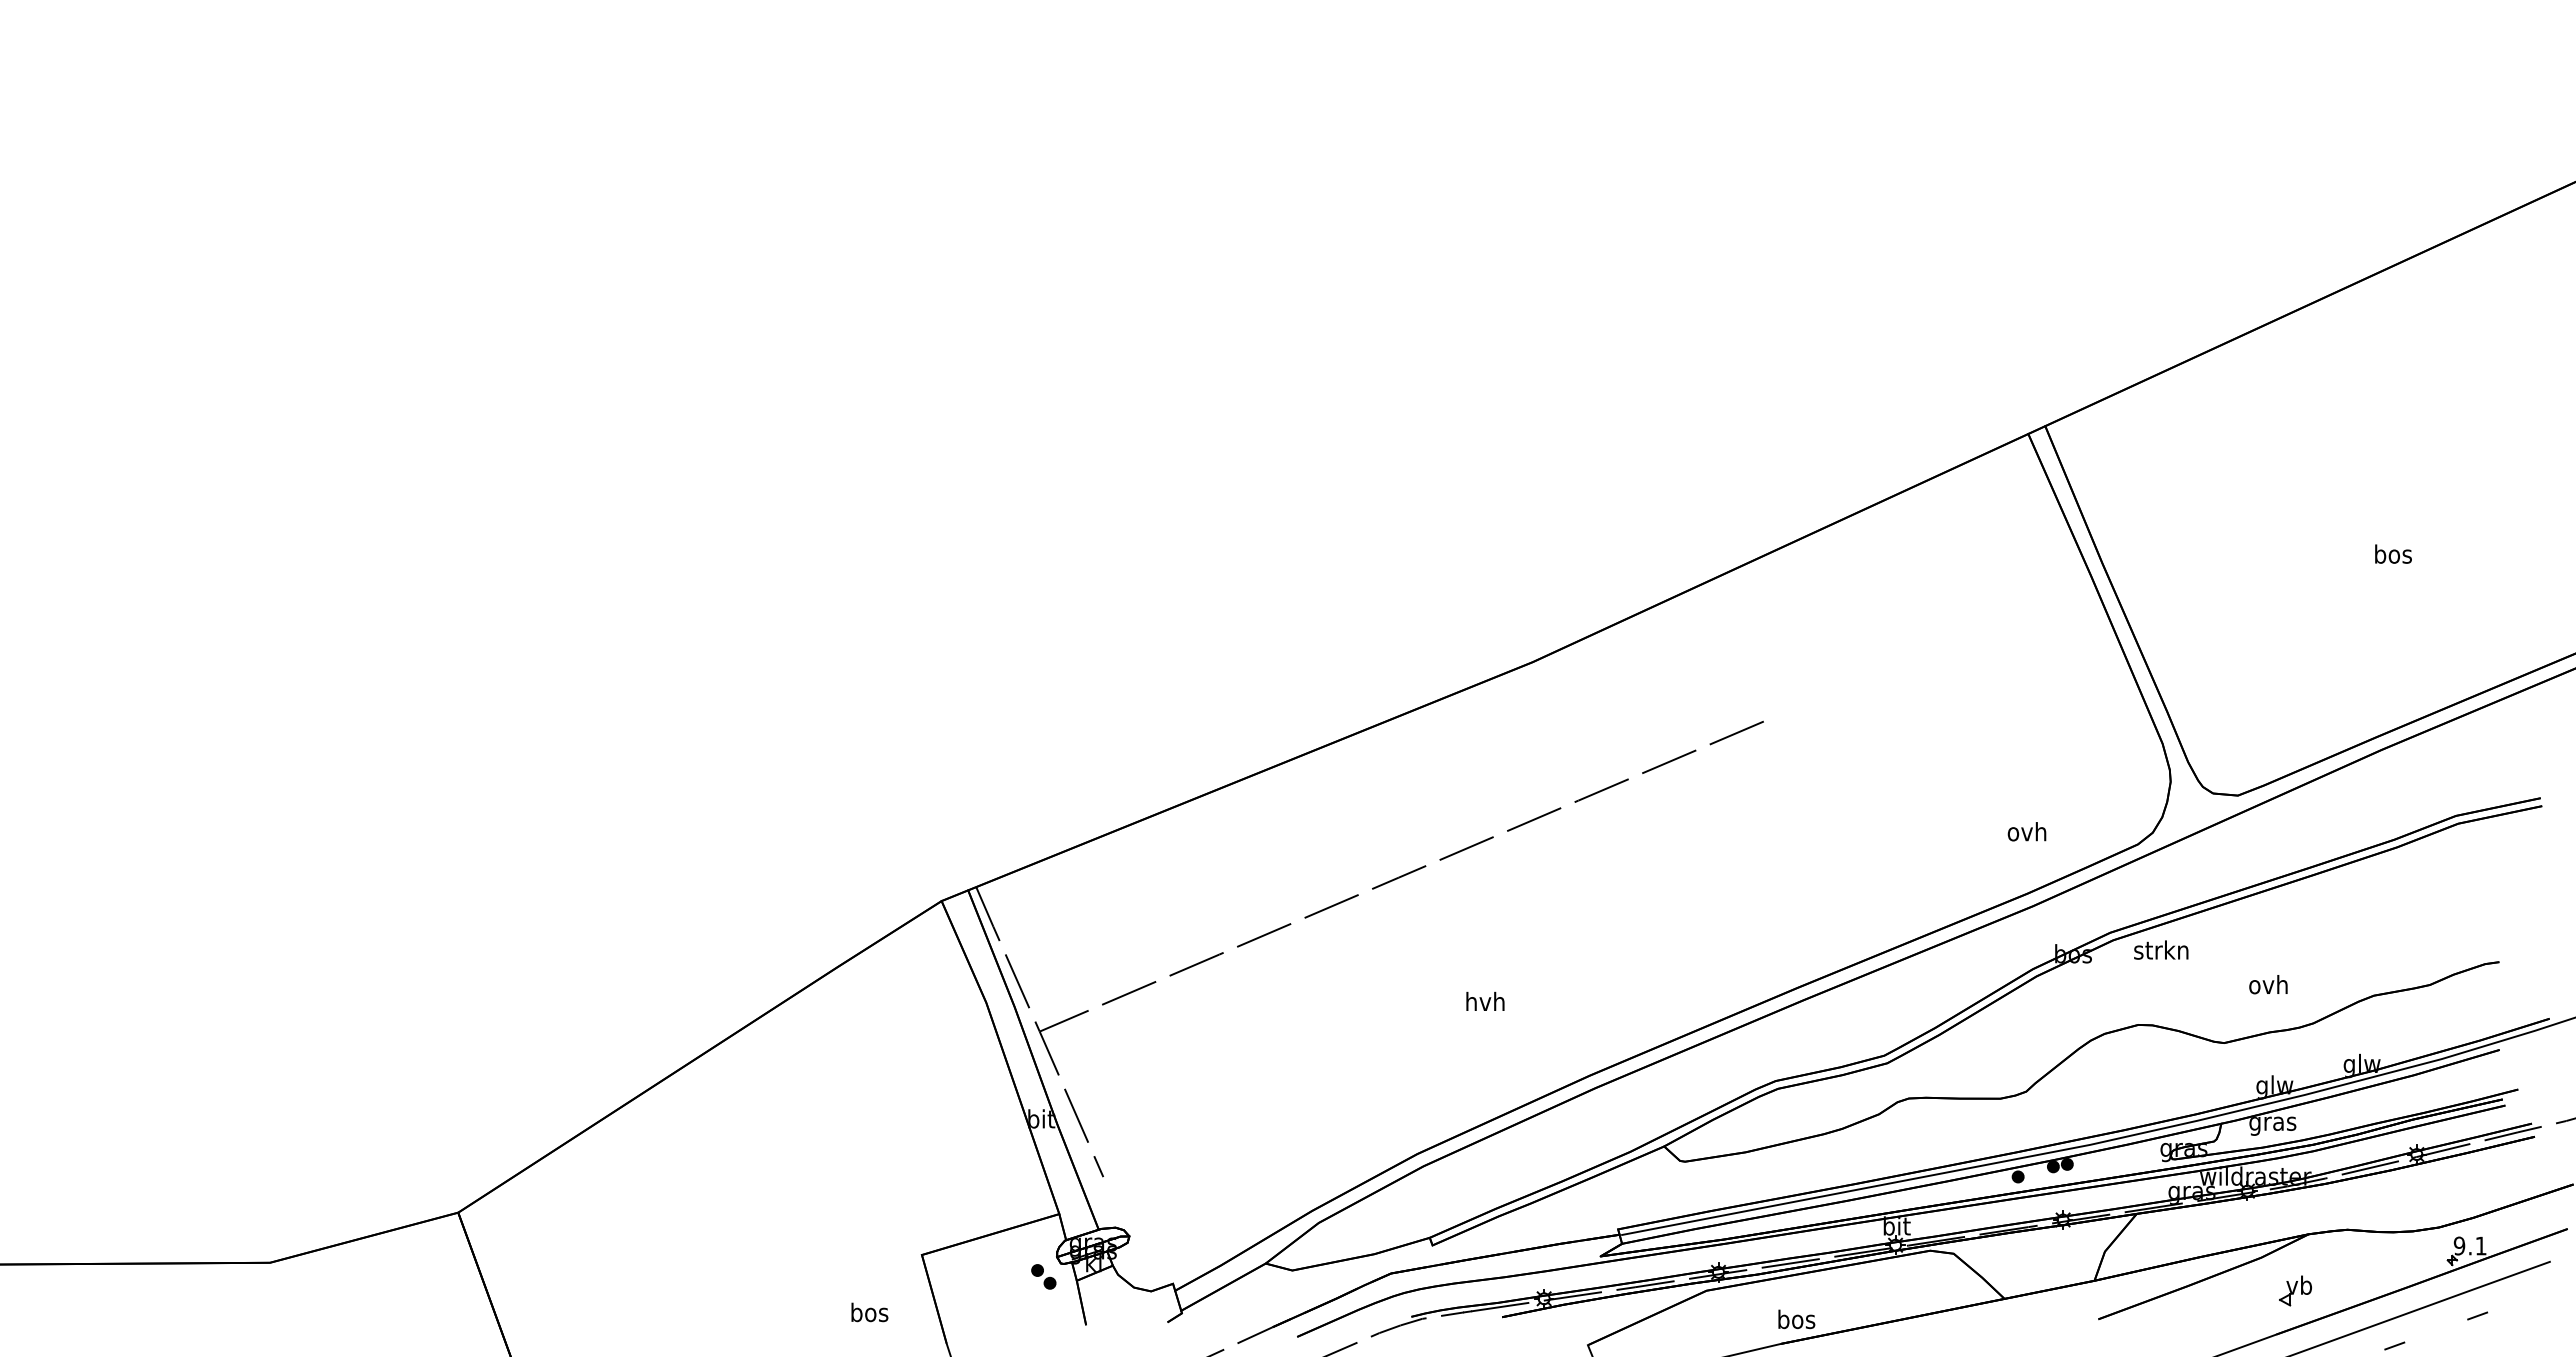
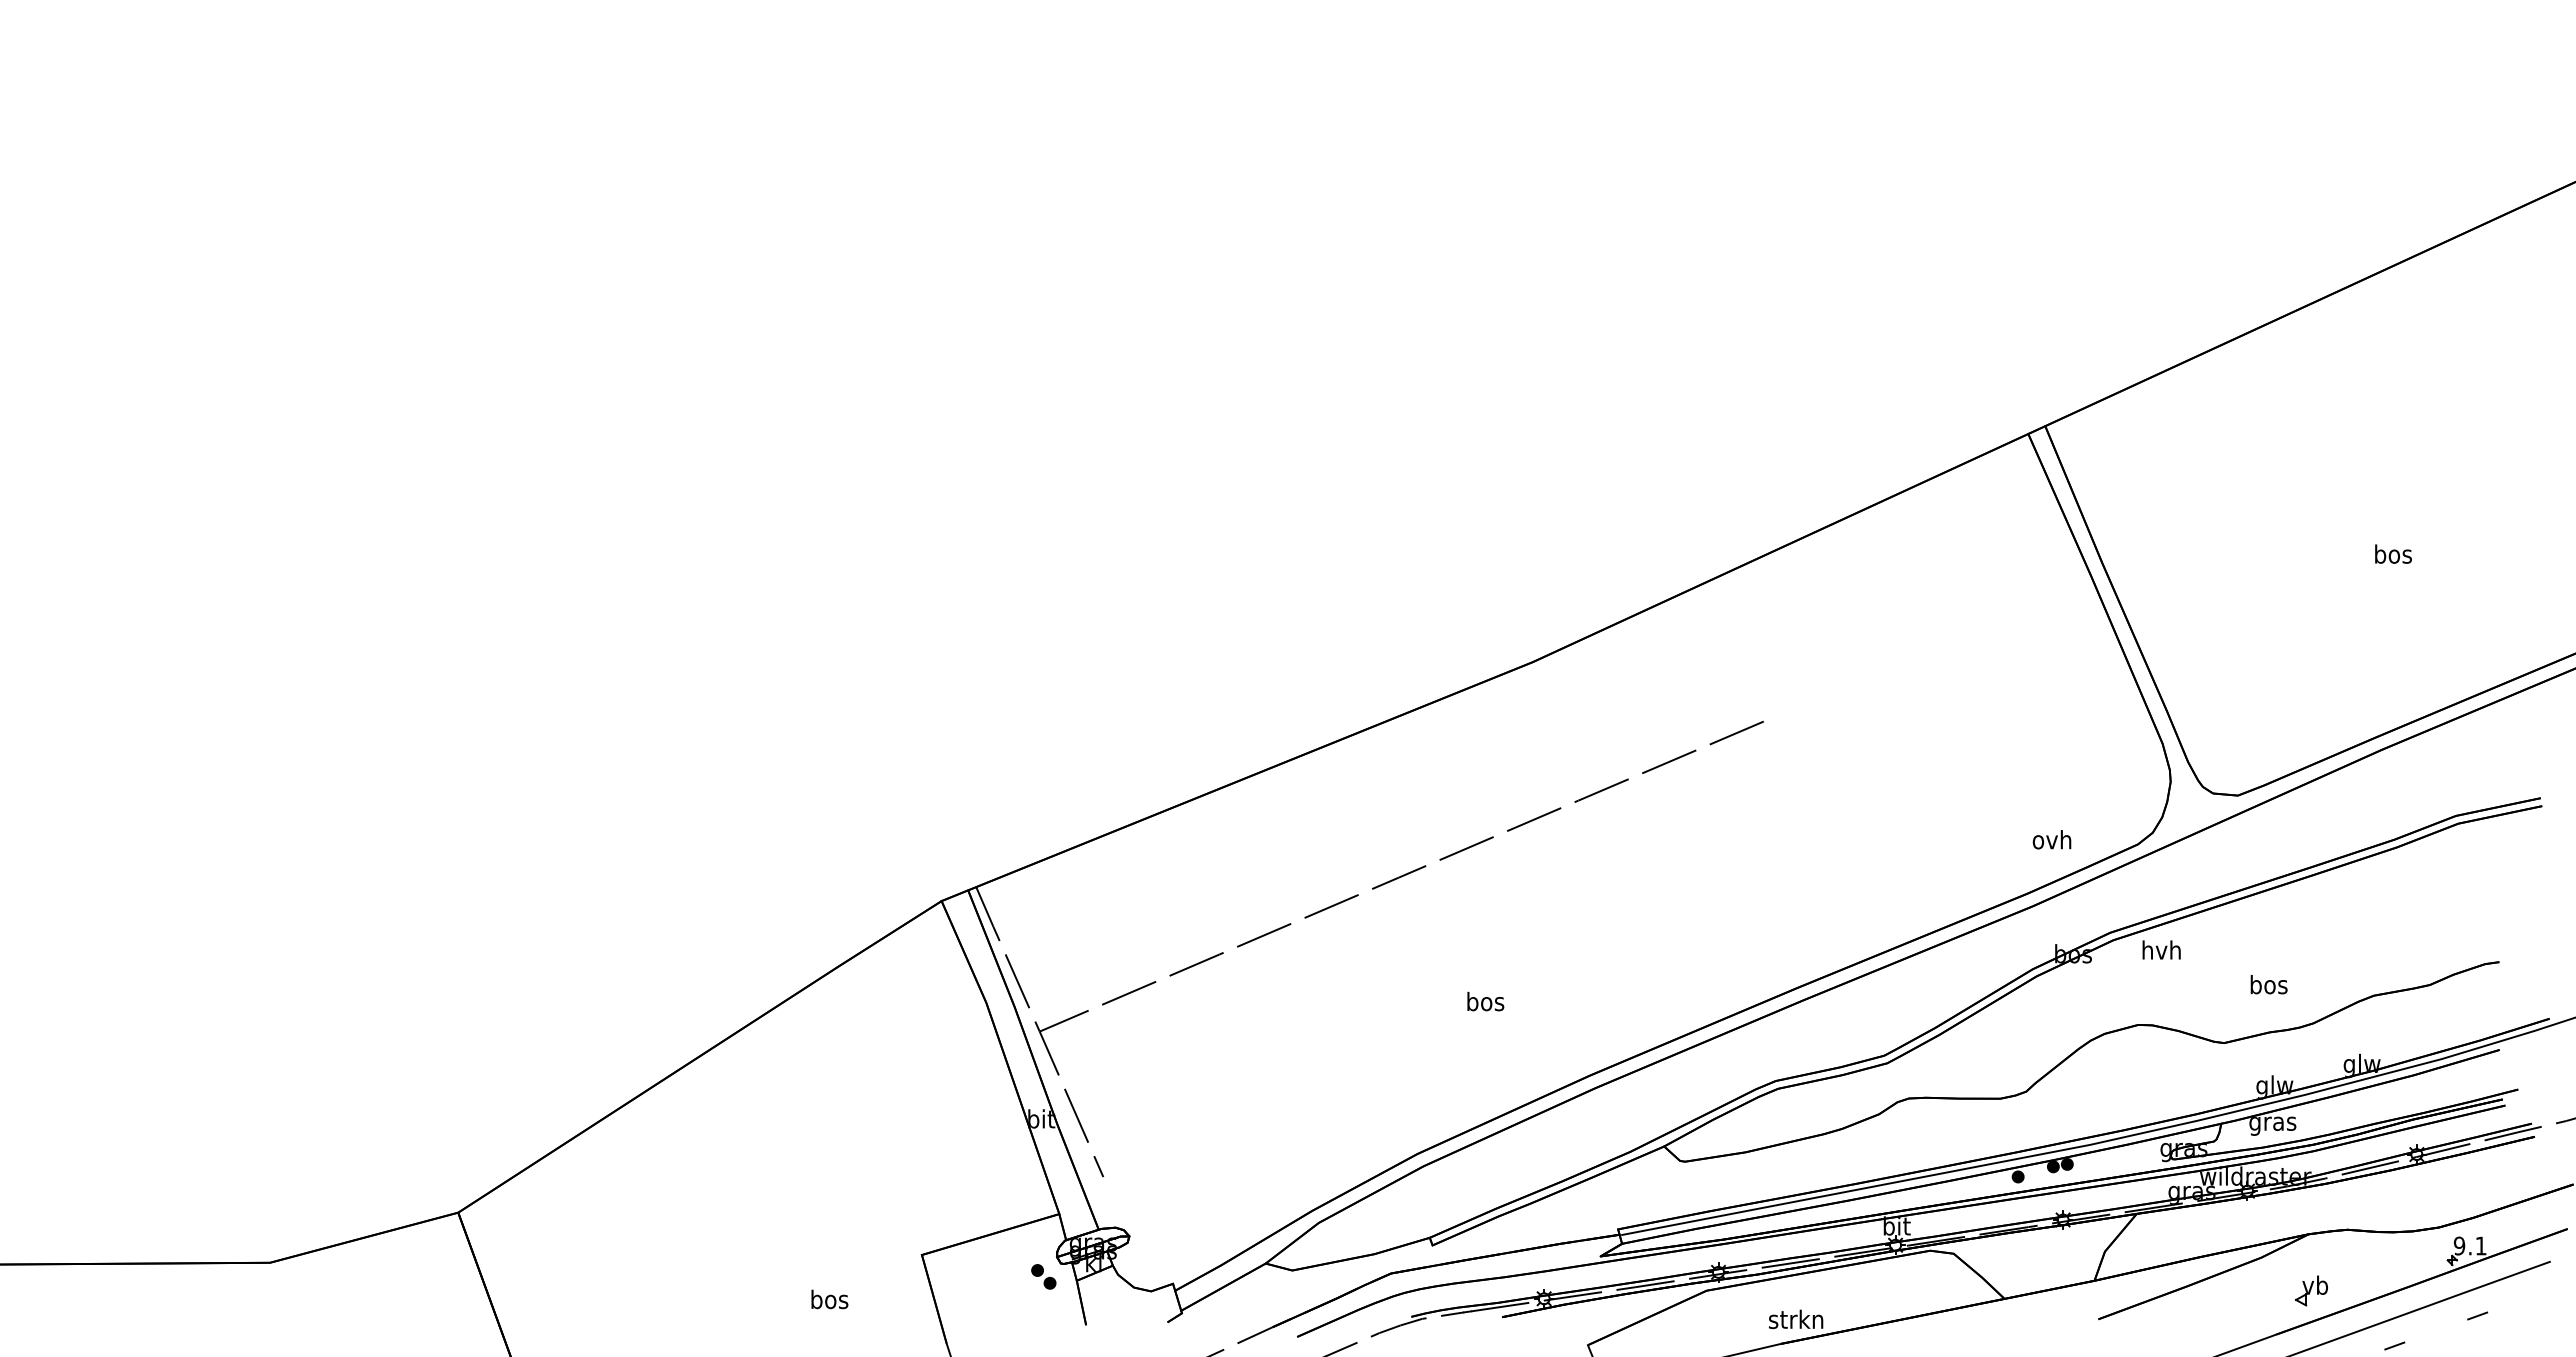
text at (2026, 831) position: (2026, 831) -> (2051, 839)
text at (2161, 949): strkn -> hvh
text at (2268, 984): ovh -> bos
text at (1485, 1001): hvh -> bos
part at (2295, 1290) position: (2295, 1290) -> (2311, 1290)
text at (869, 1312) position: (869, 1312) -> (829, 1299)
text at (1796, 1319): bos -> strkn
